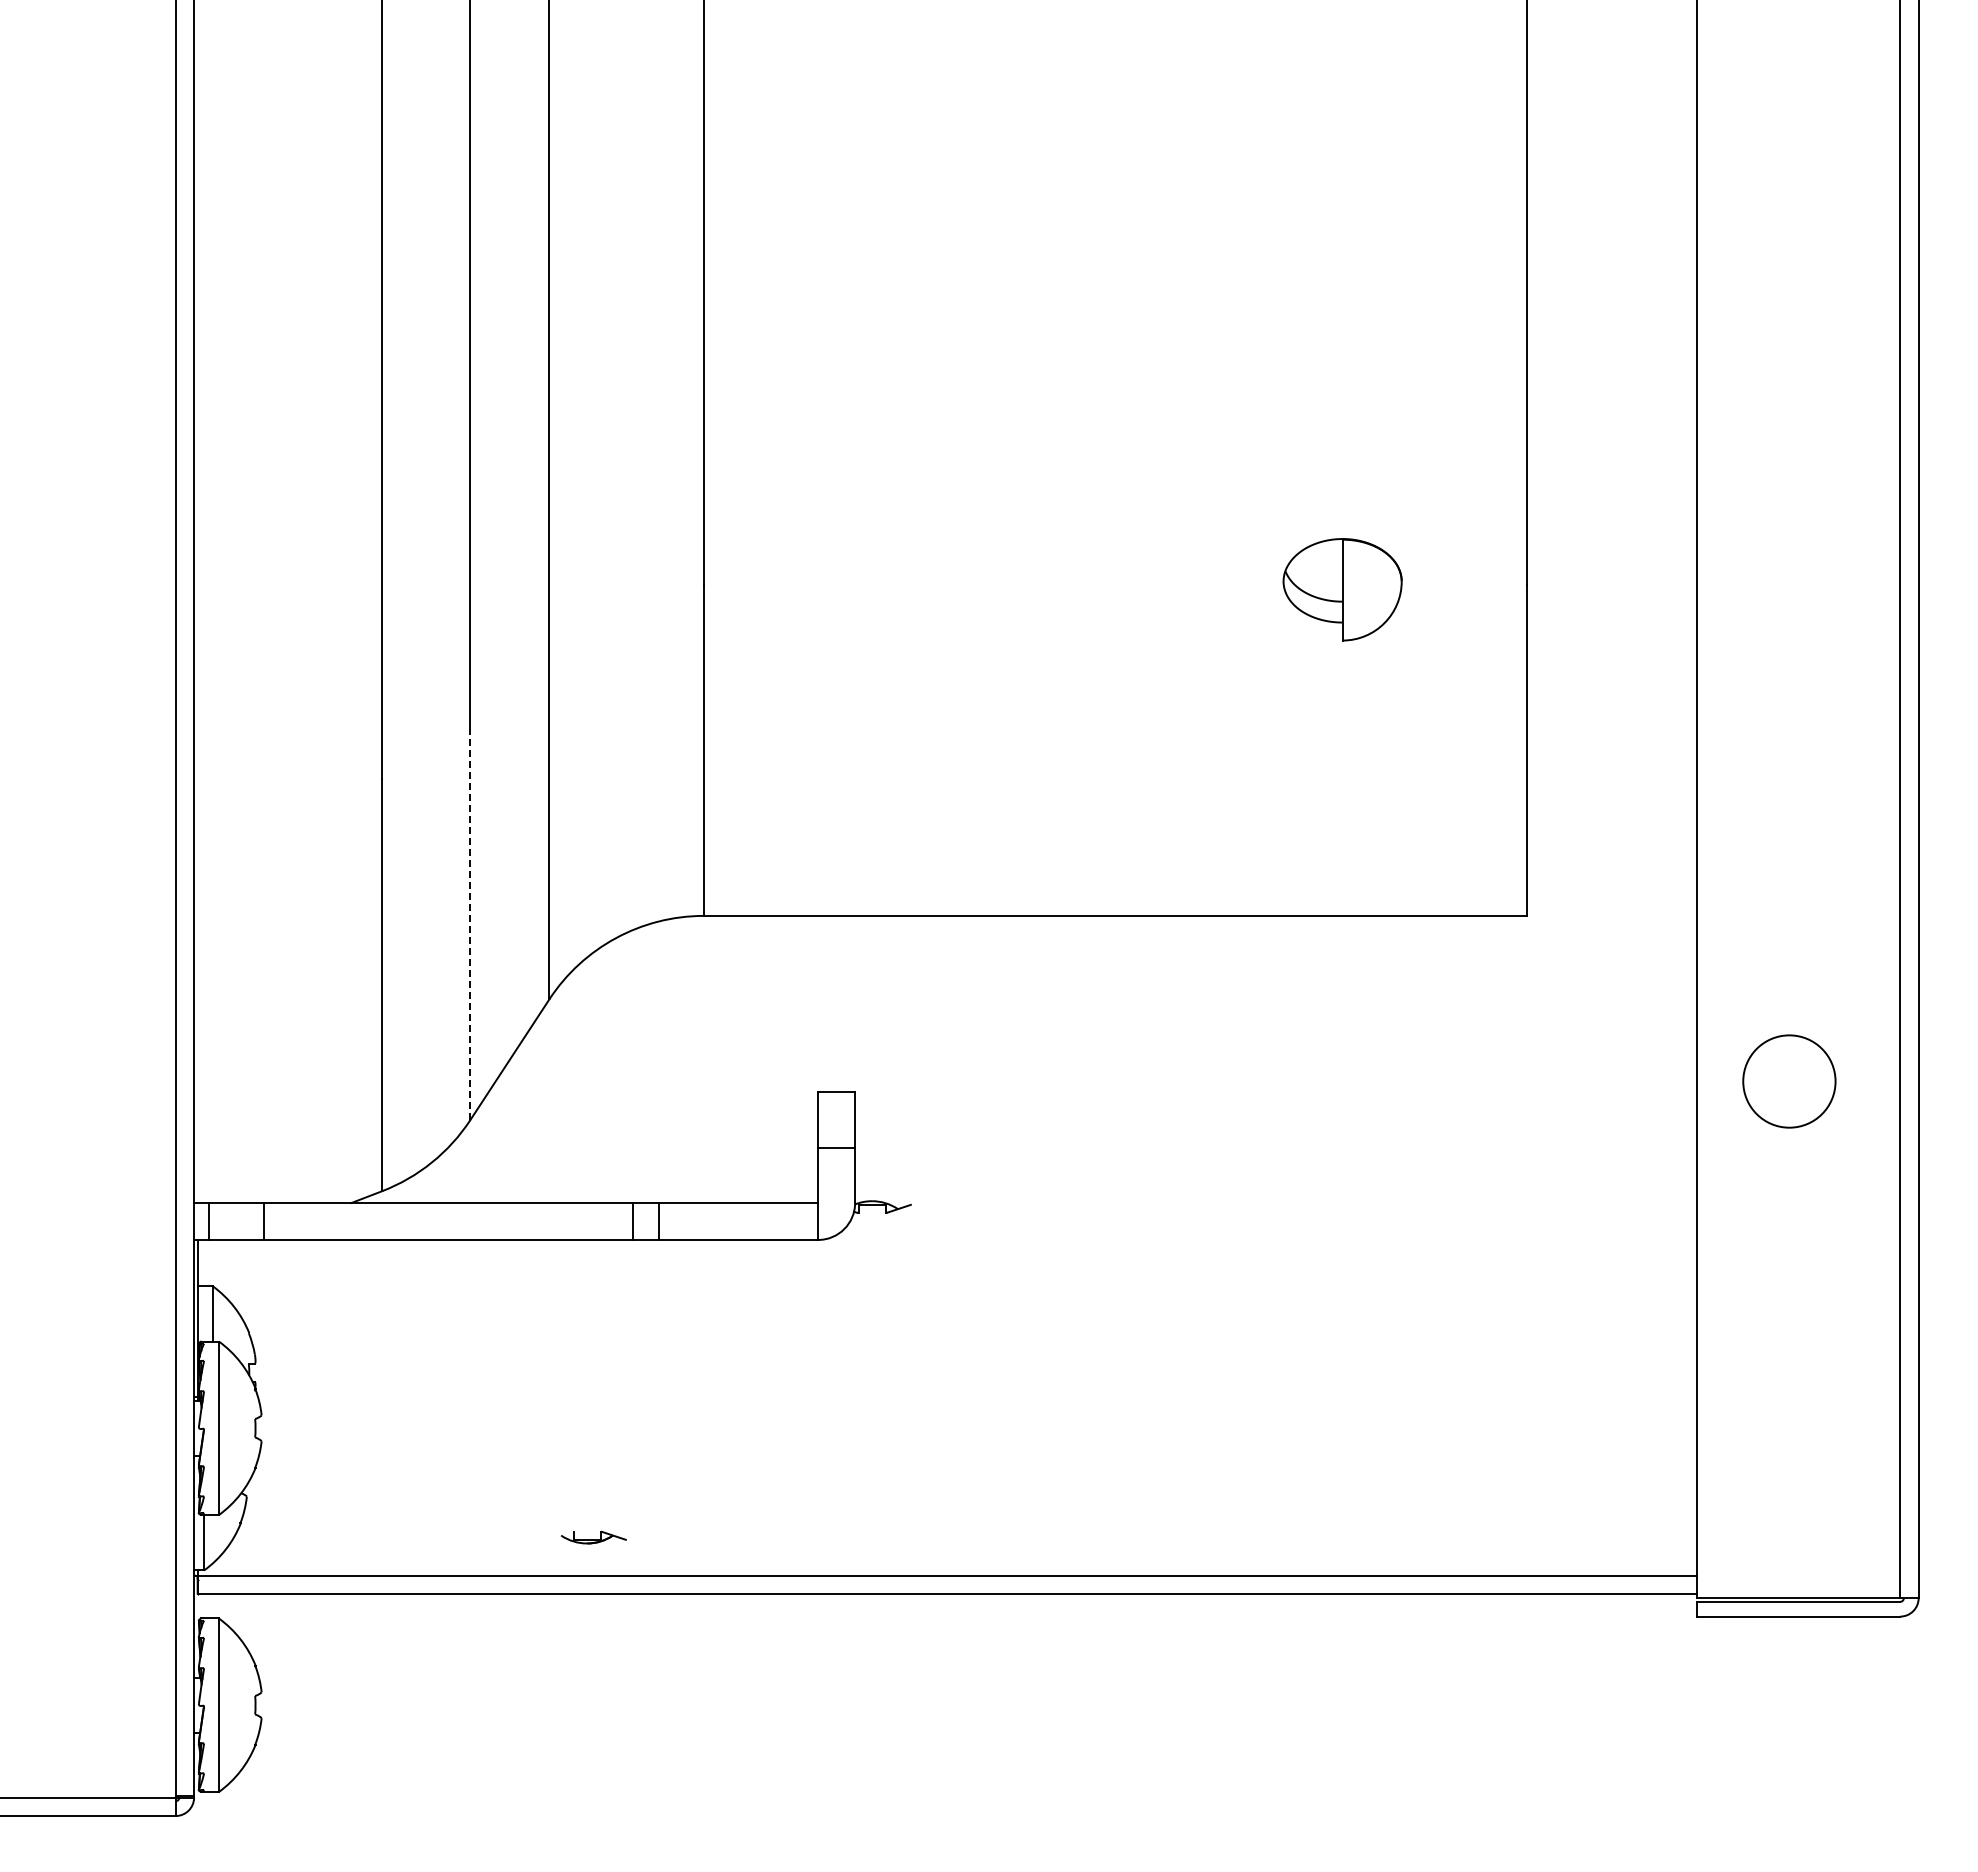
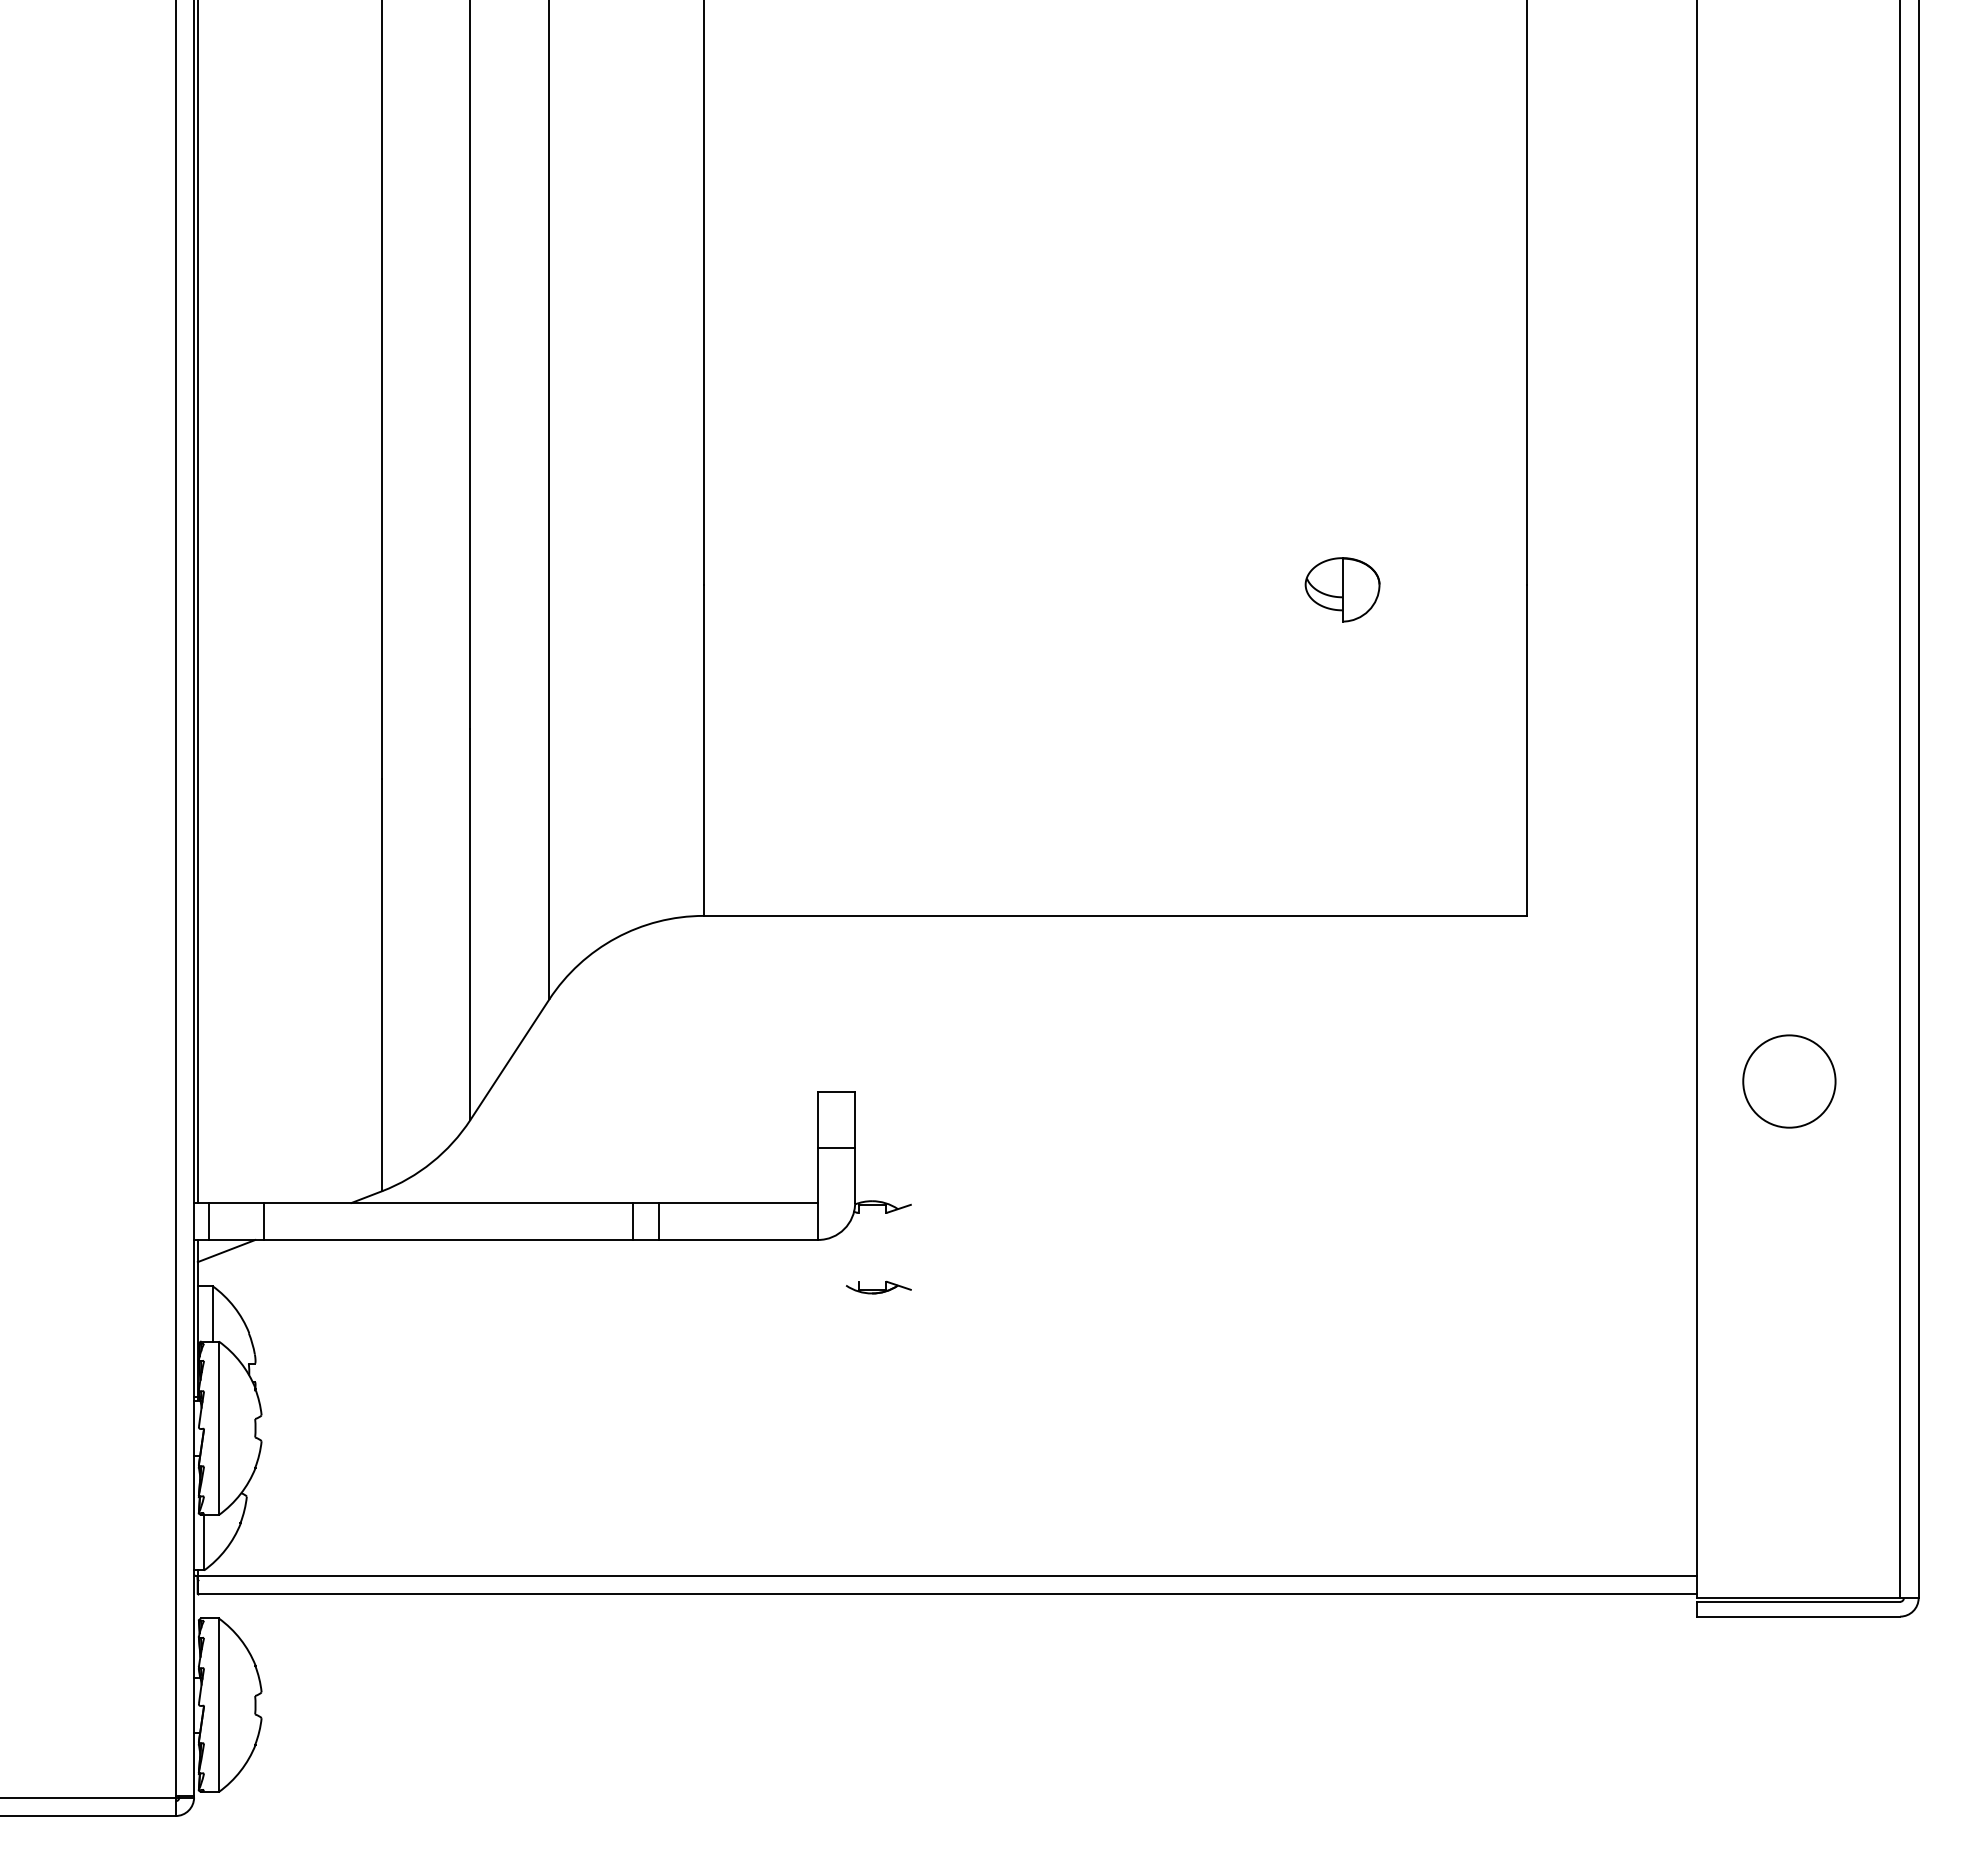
part at (1342, 589) size: 121x104 px -> 77x66 px
line at (197, 602): none -> present
line at (470, 924): dashed -> solid
line at (226, 1250): none -> present
part at (593, 1537) position: (593, 1537) -> (878, 1287)
